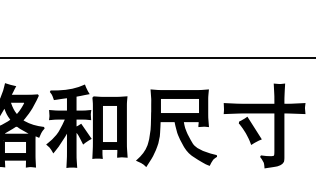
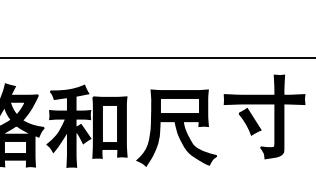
part at (256, 130) position: (256, 130) -> (256, 121)
